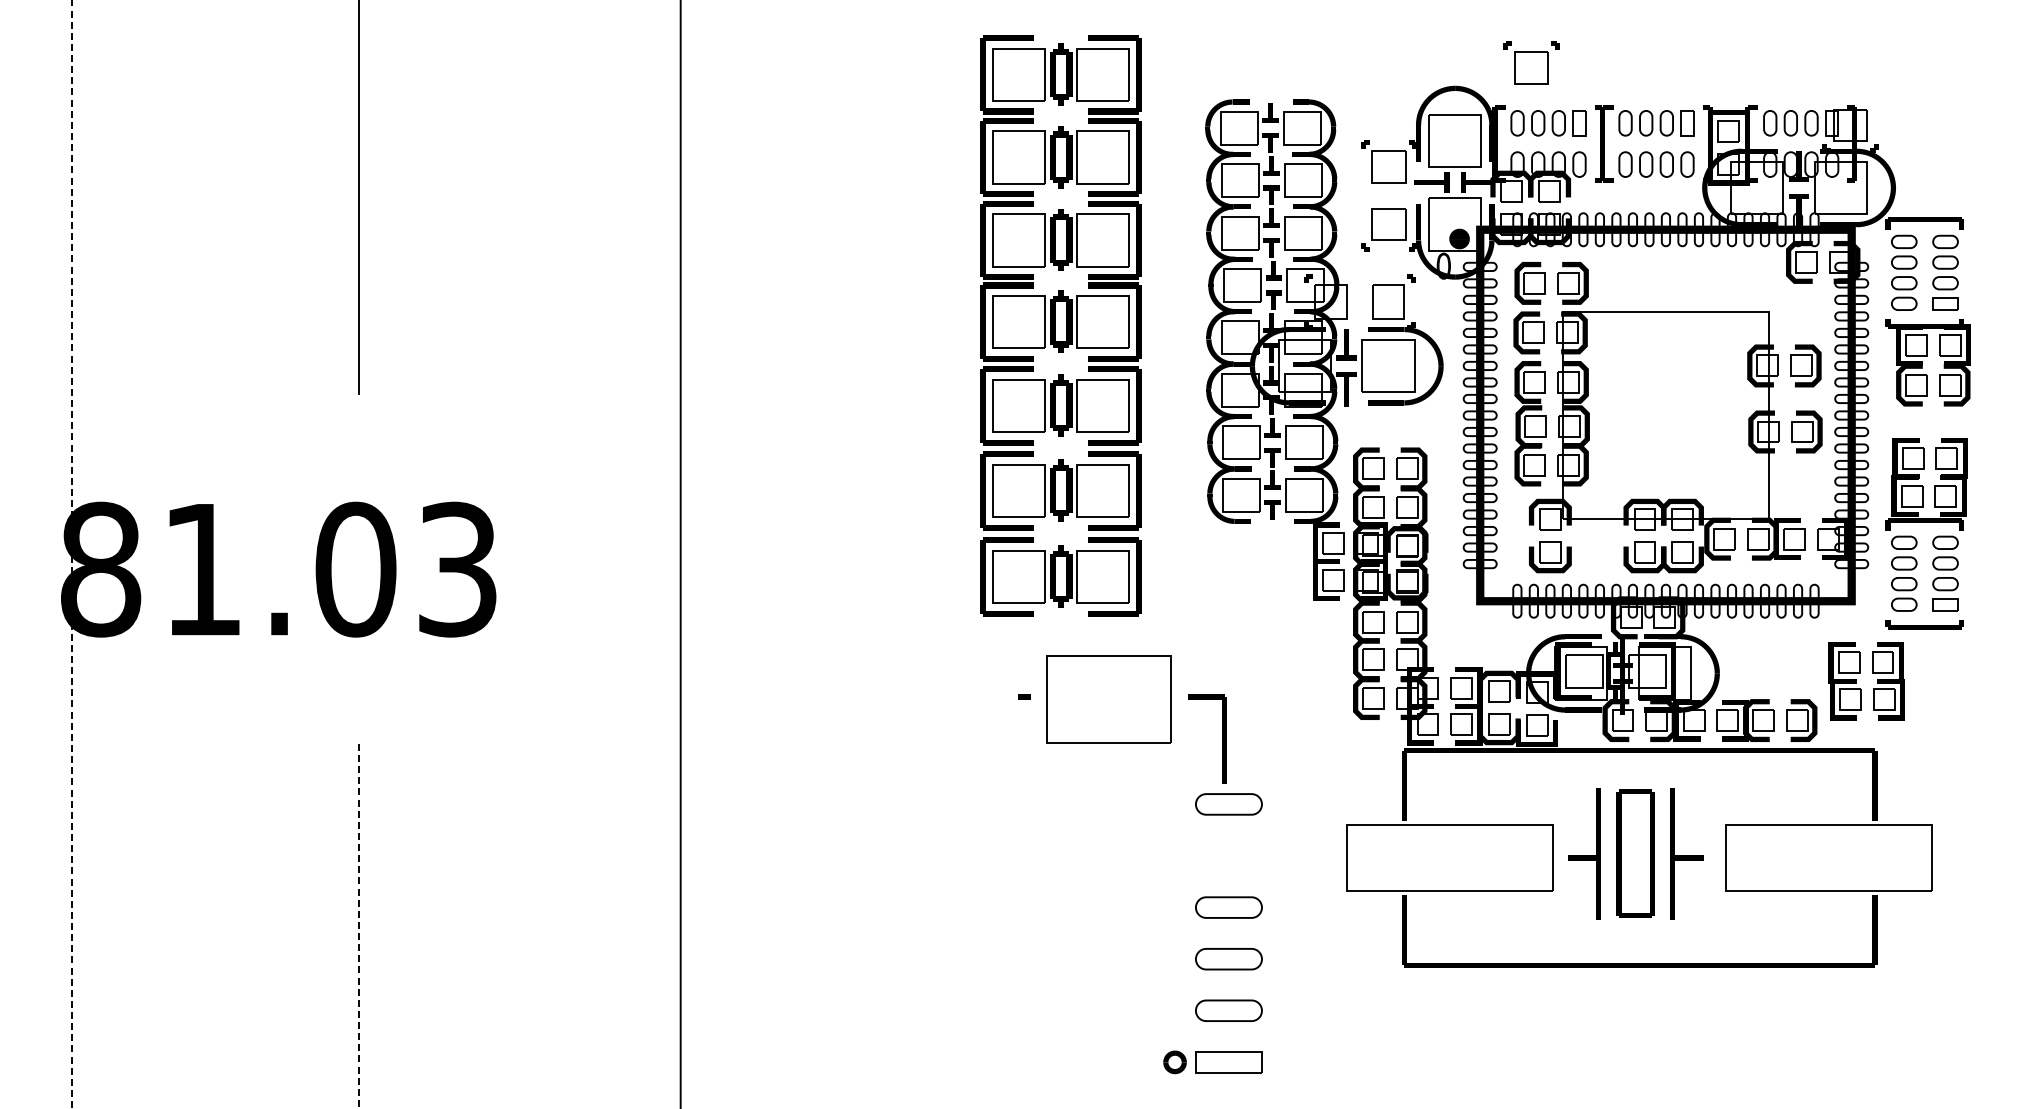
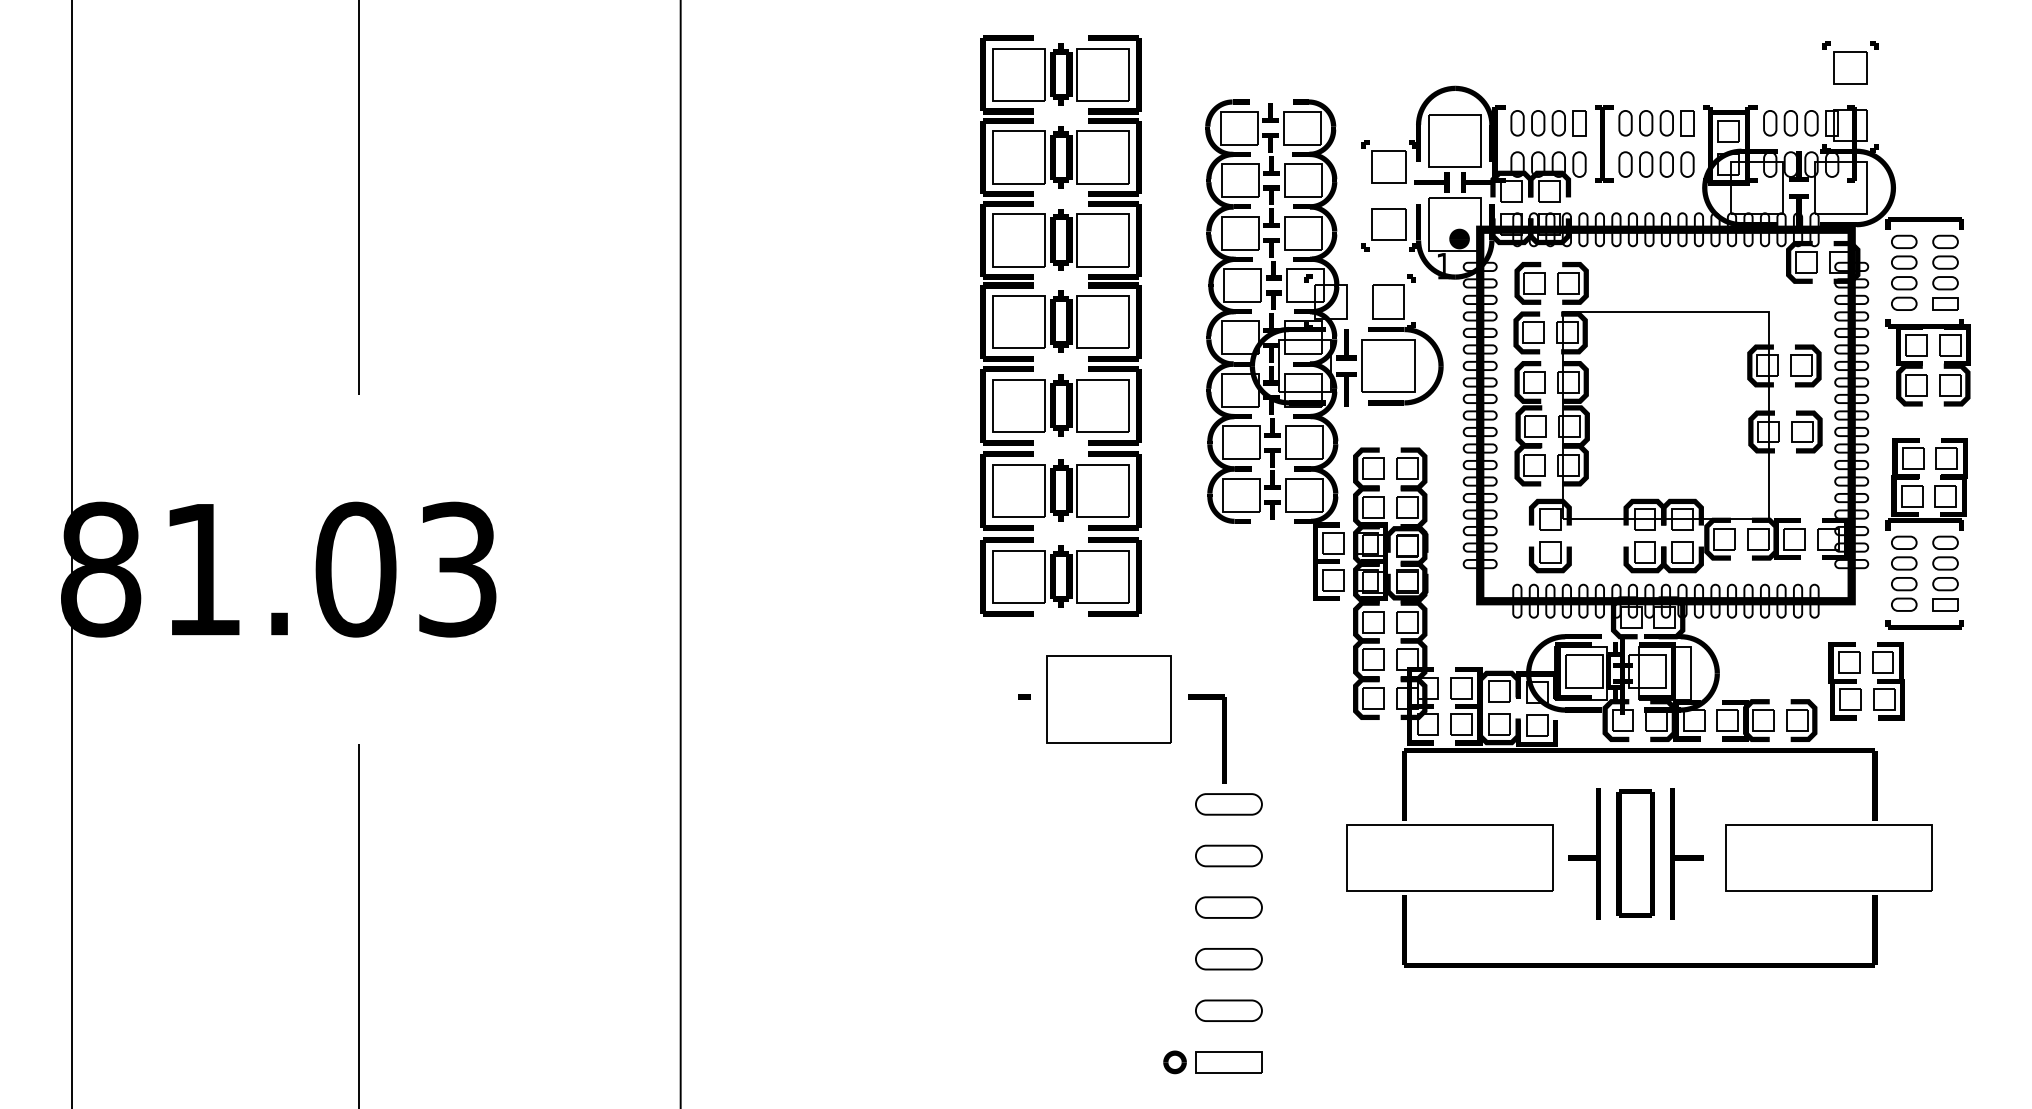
part at (1531, 62) position: (1531, 62) -> (1850, 62)
text at (1443, 265): 0 -> 1
line at (71, 554): dashed -> solid
part at (1228, 855): none -> present
line at (358, 926): dashed -> solid
